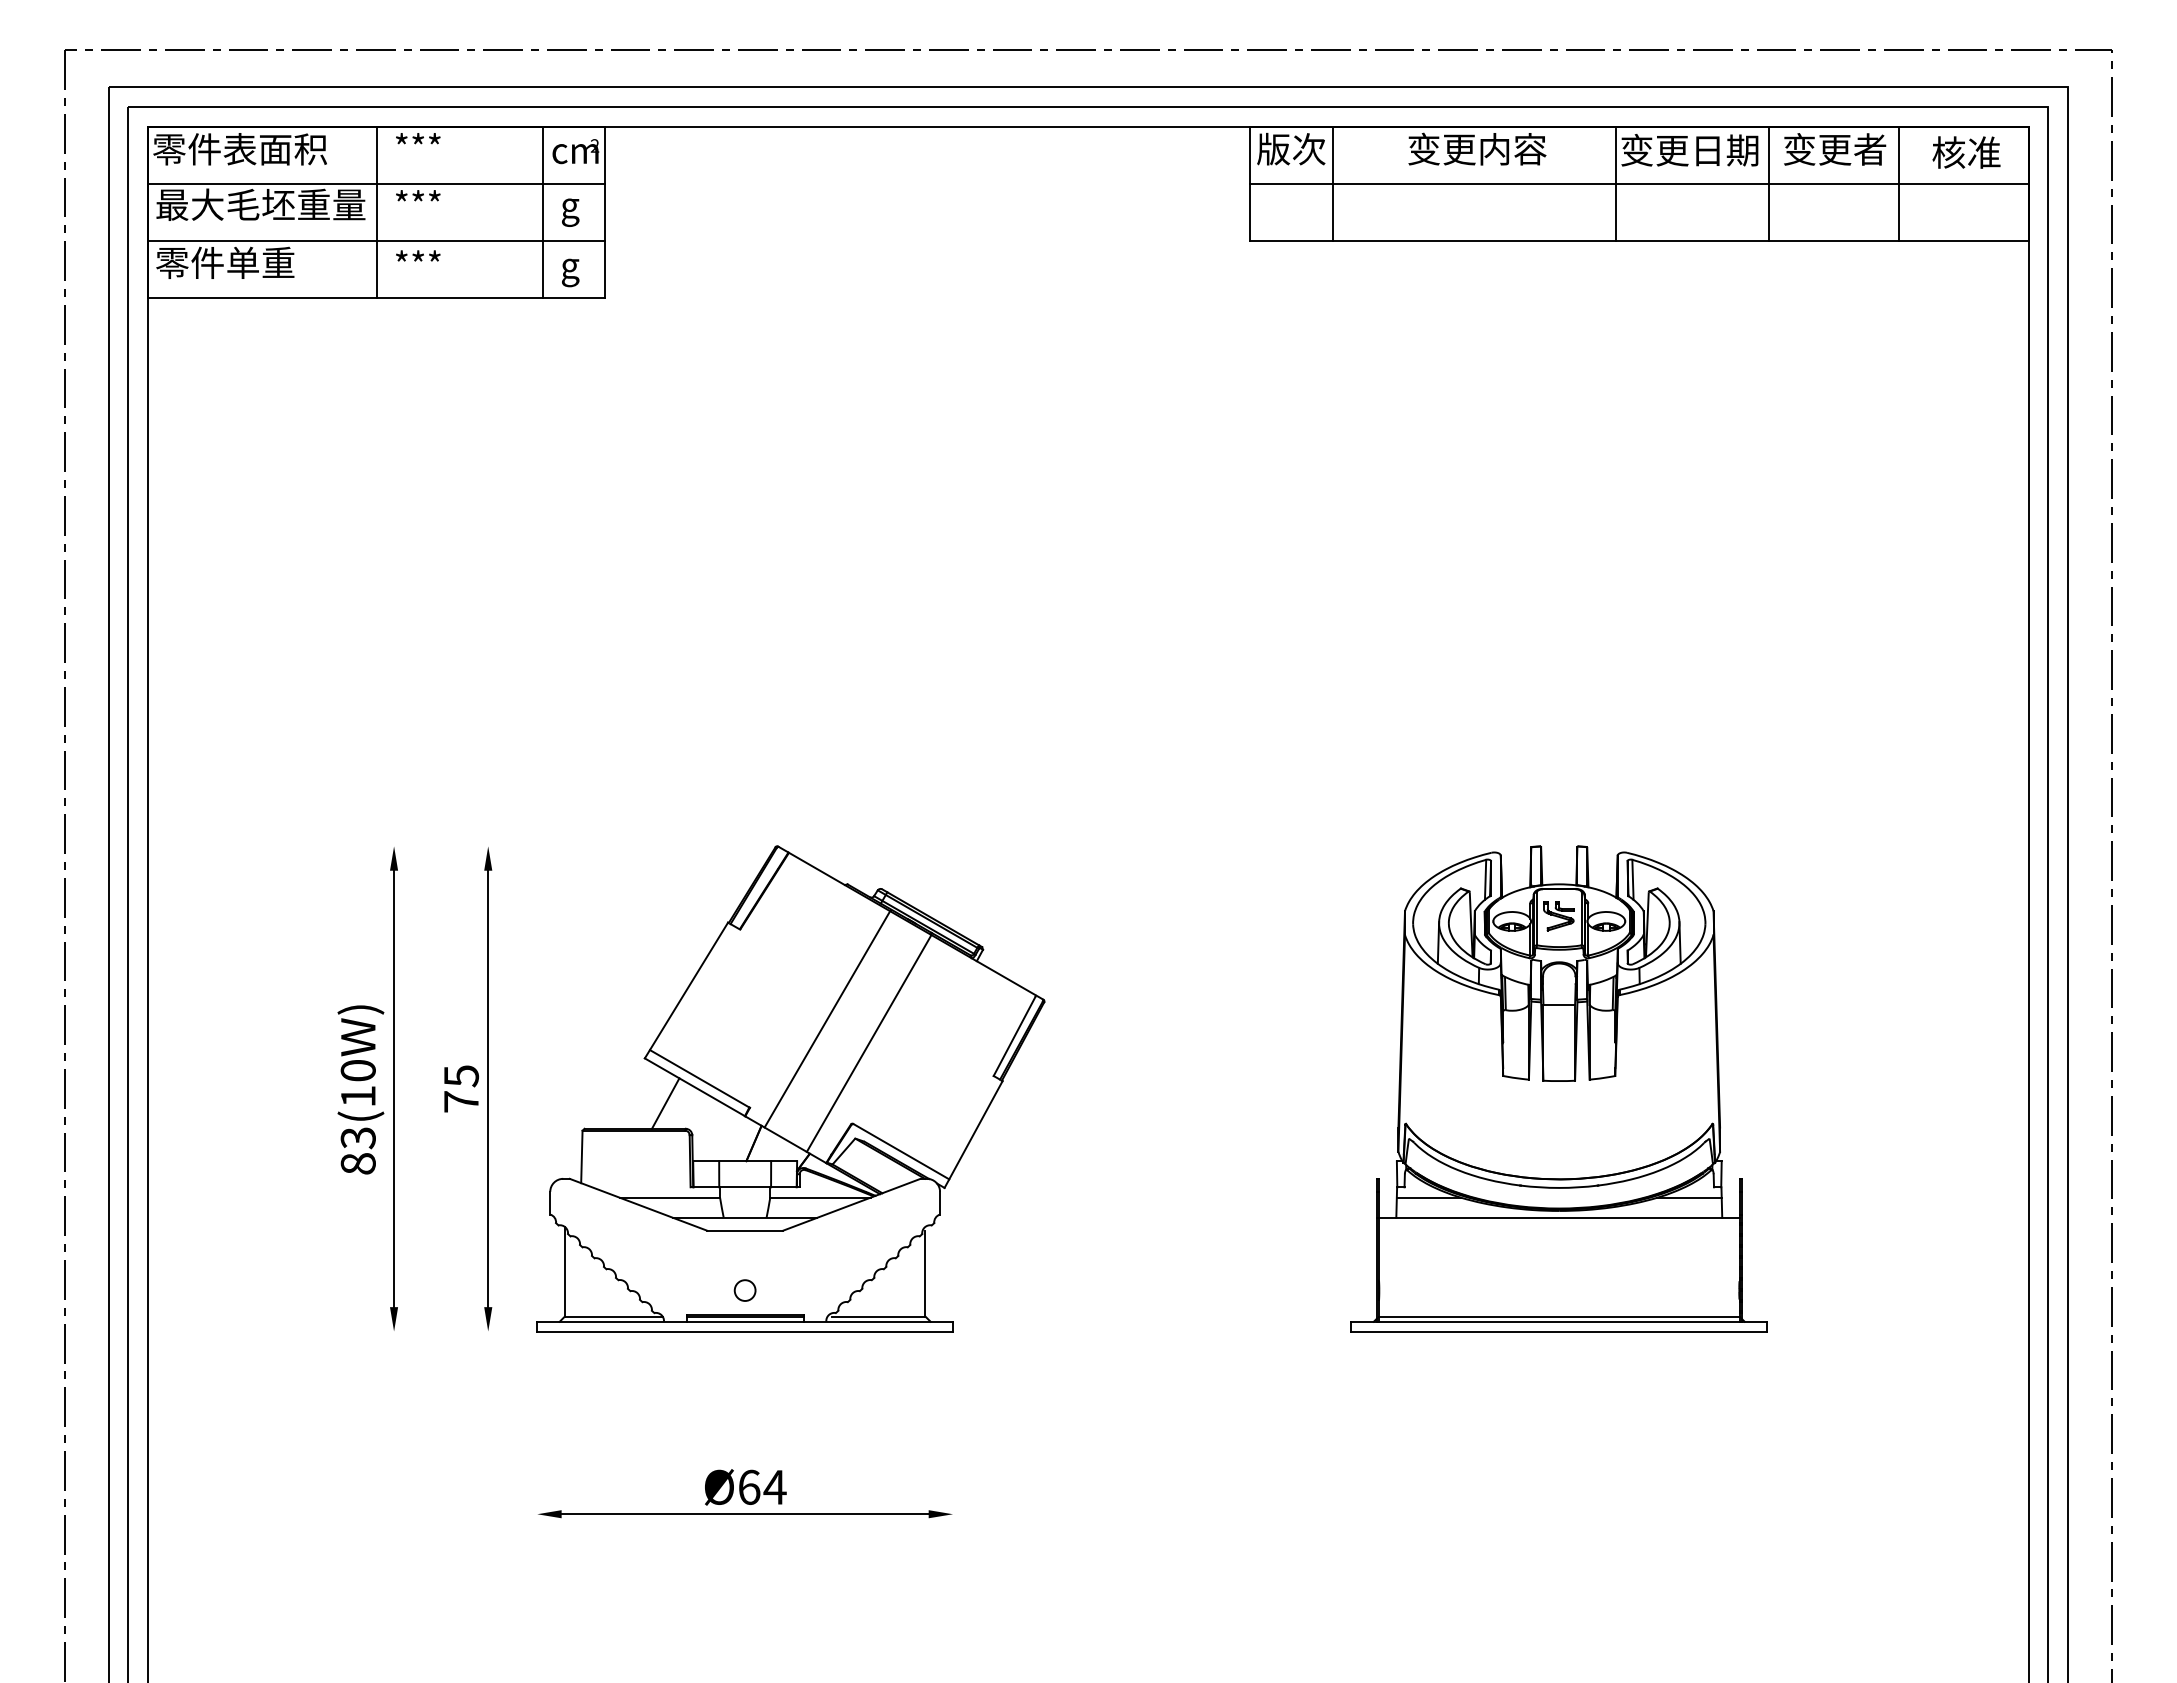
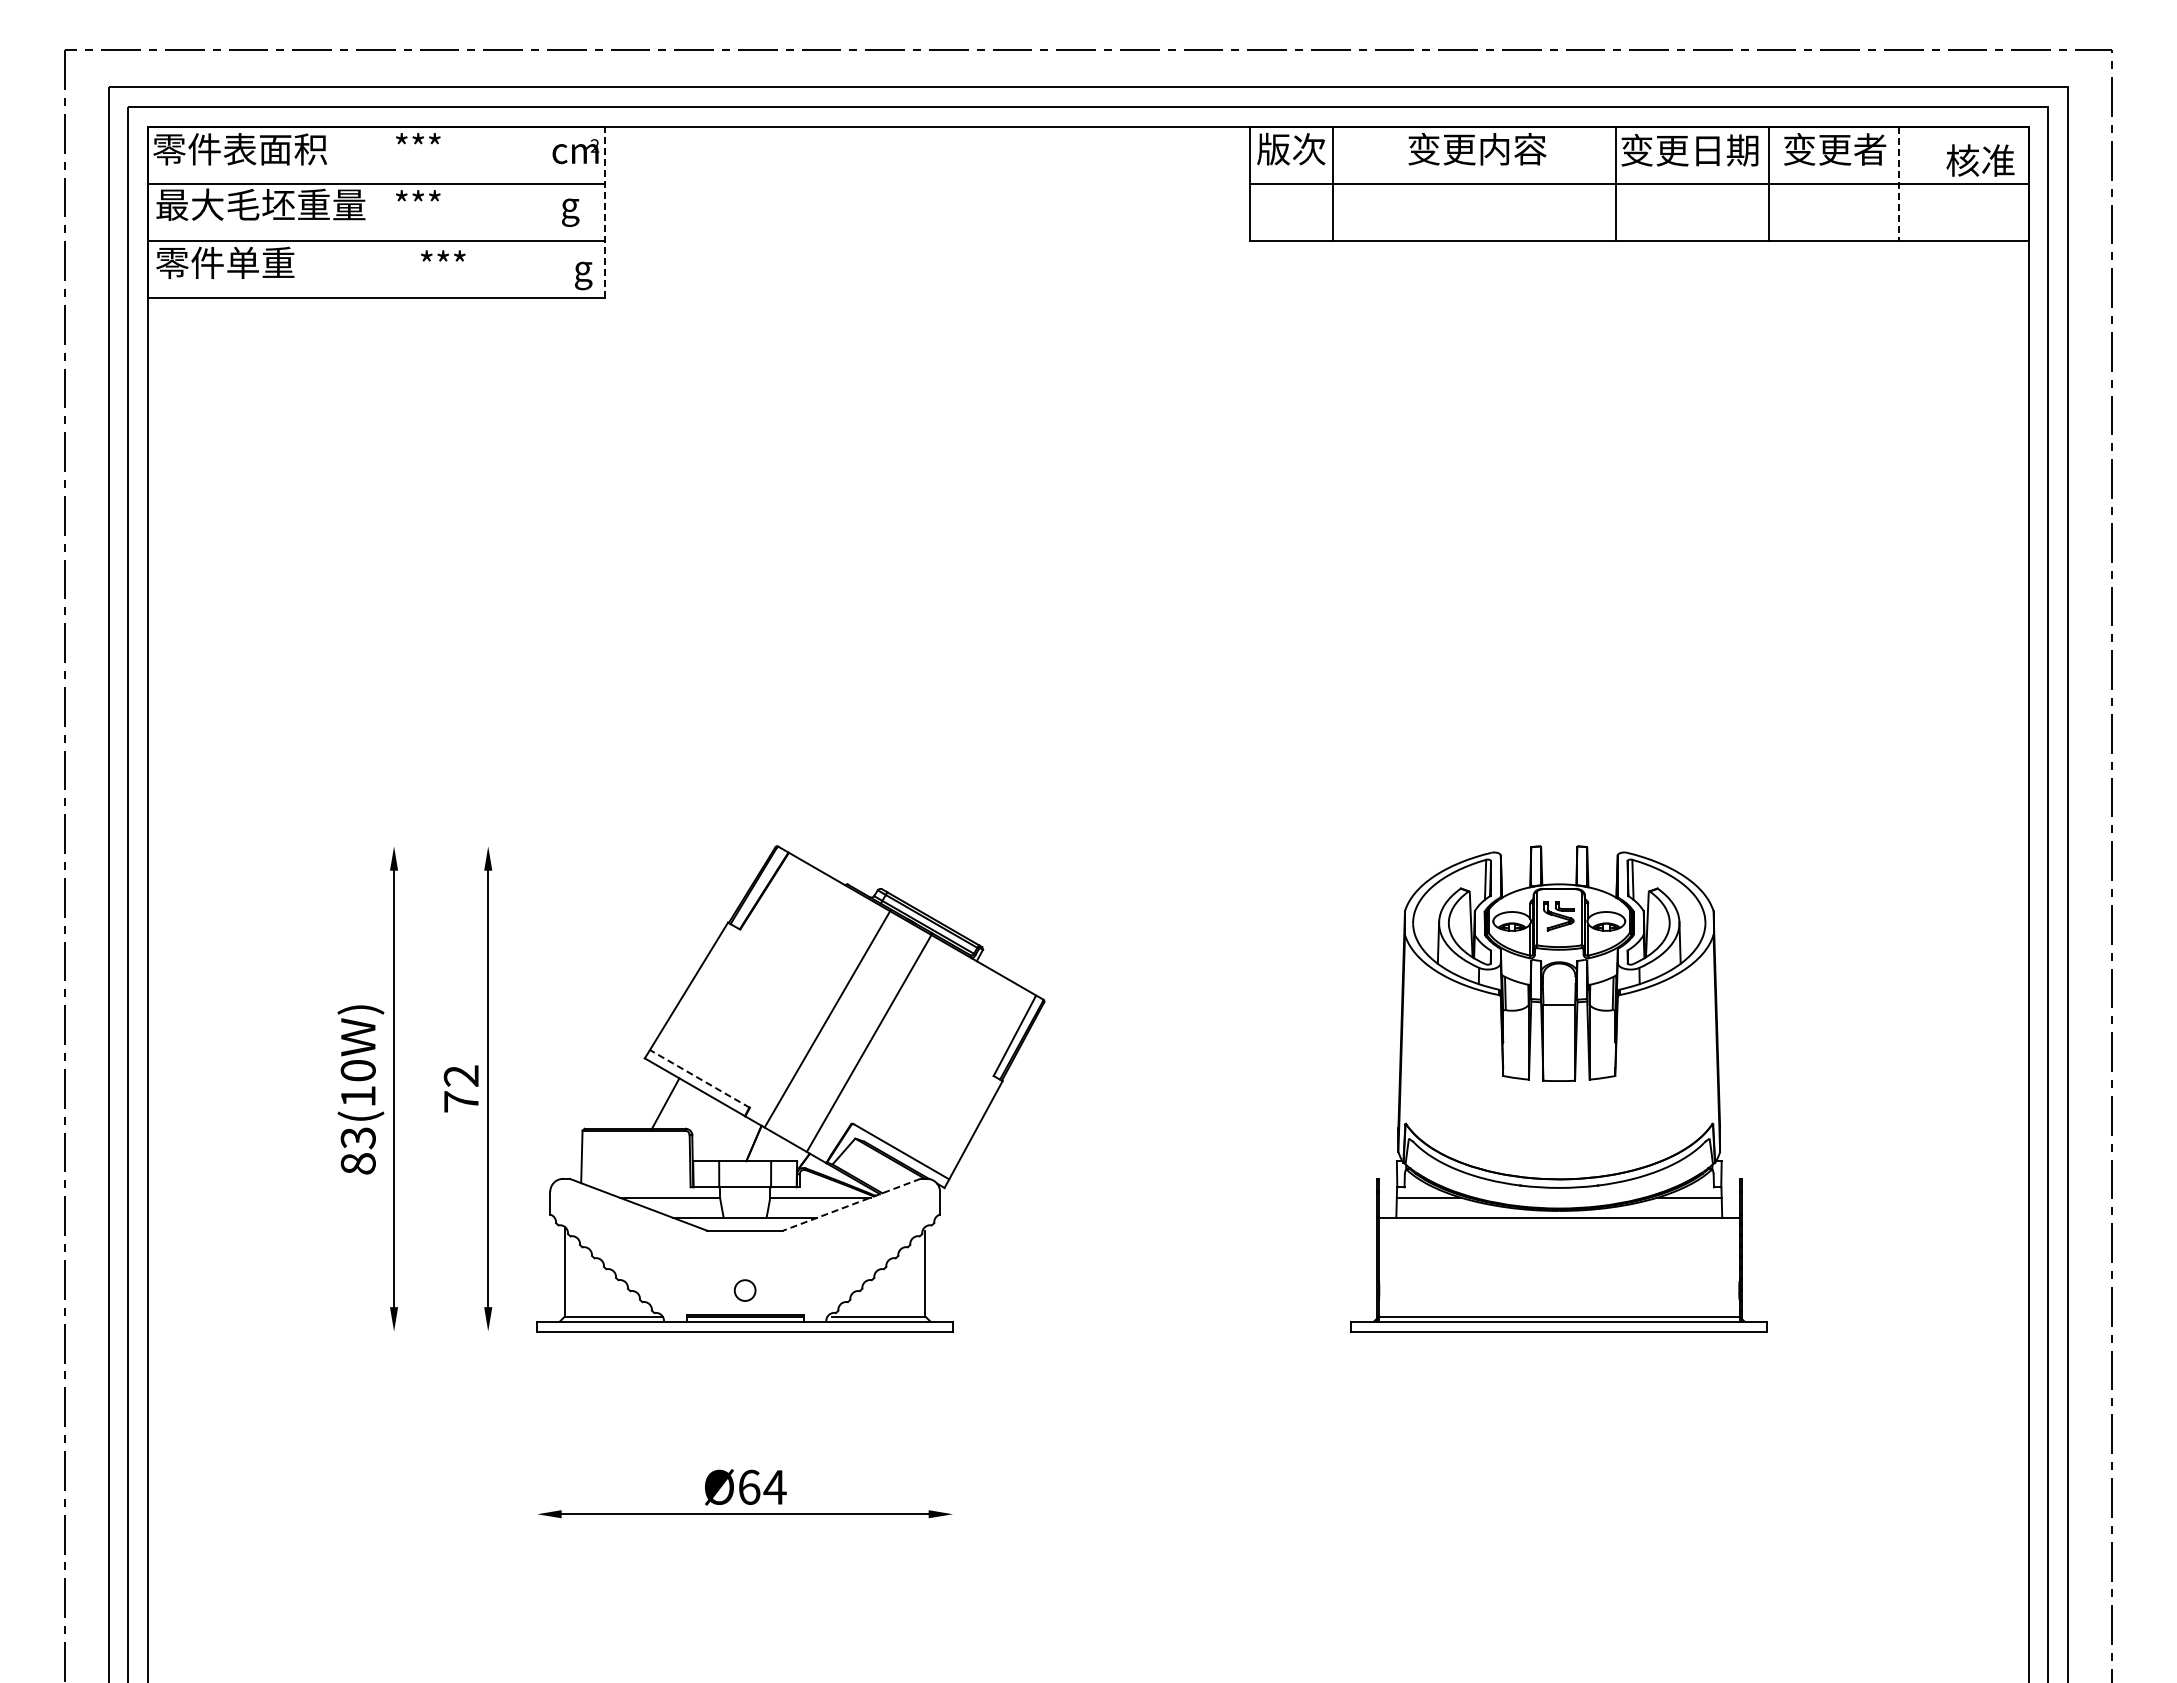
text at (1966, 152) position: (1966, 152) -> (1980, 160)
line at (1898, 184): solid -> dashed
line at (377, 211): present -> none
line at (543, 211): present -> none
line at (605, 212): solid -> dashed
text at (418, 255) position: (418, 255) -> (443, 255)
text at (570, 272) position: (570, 272) -> (583, 275)
text at (461, 1076): 75 -> 72
line at (699, 1078): solid -> dashed
line at (851, 1204): solid -> dashed
